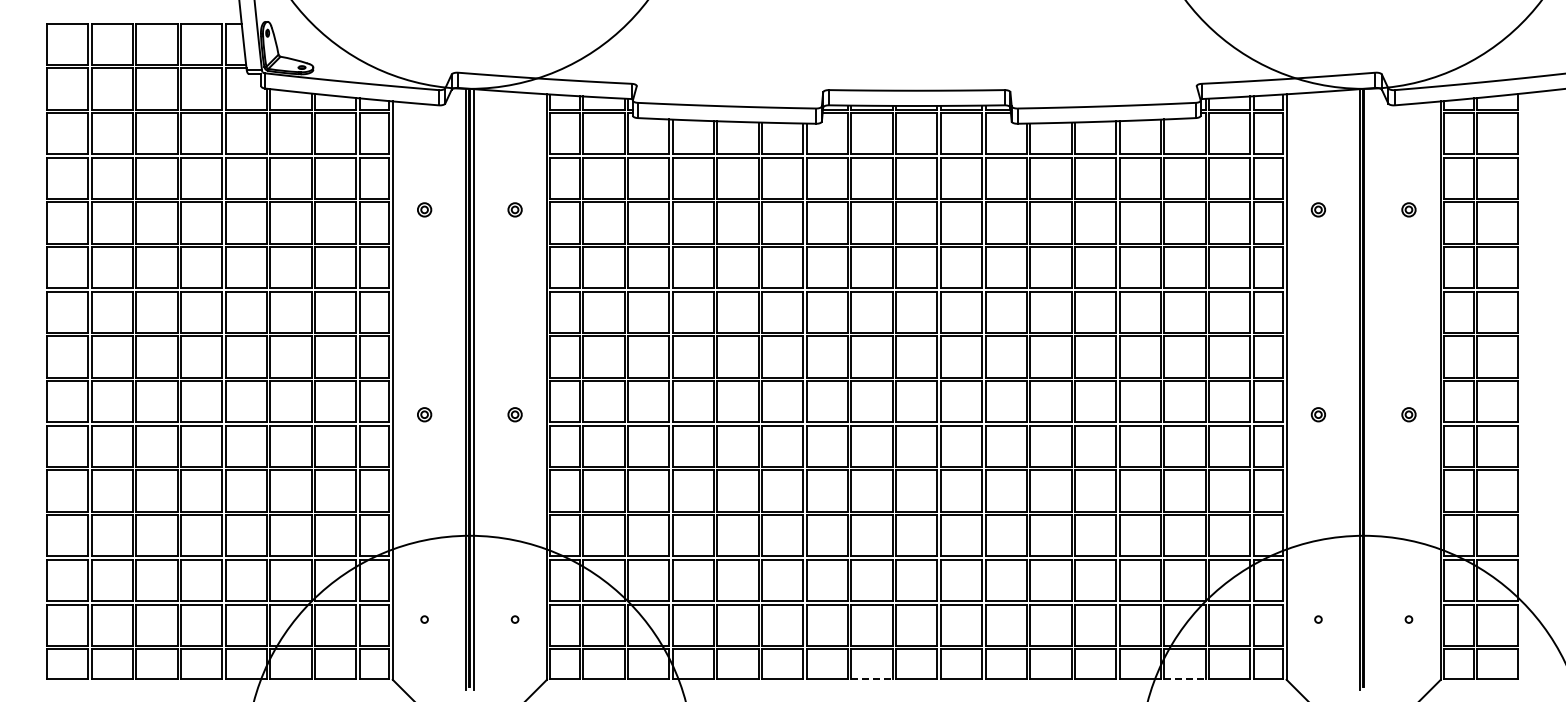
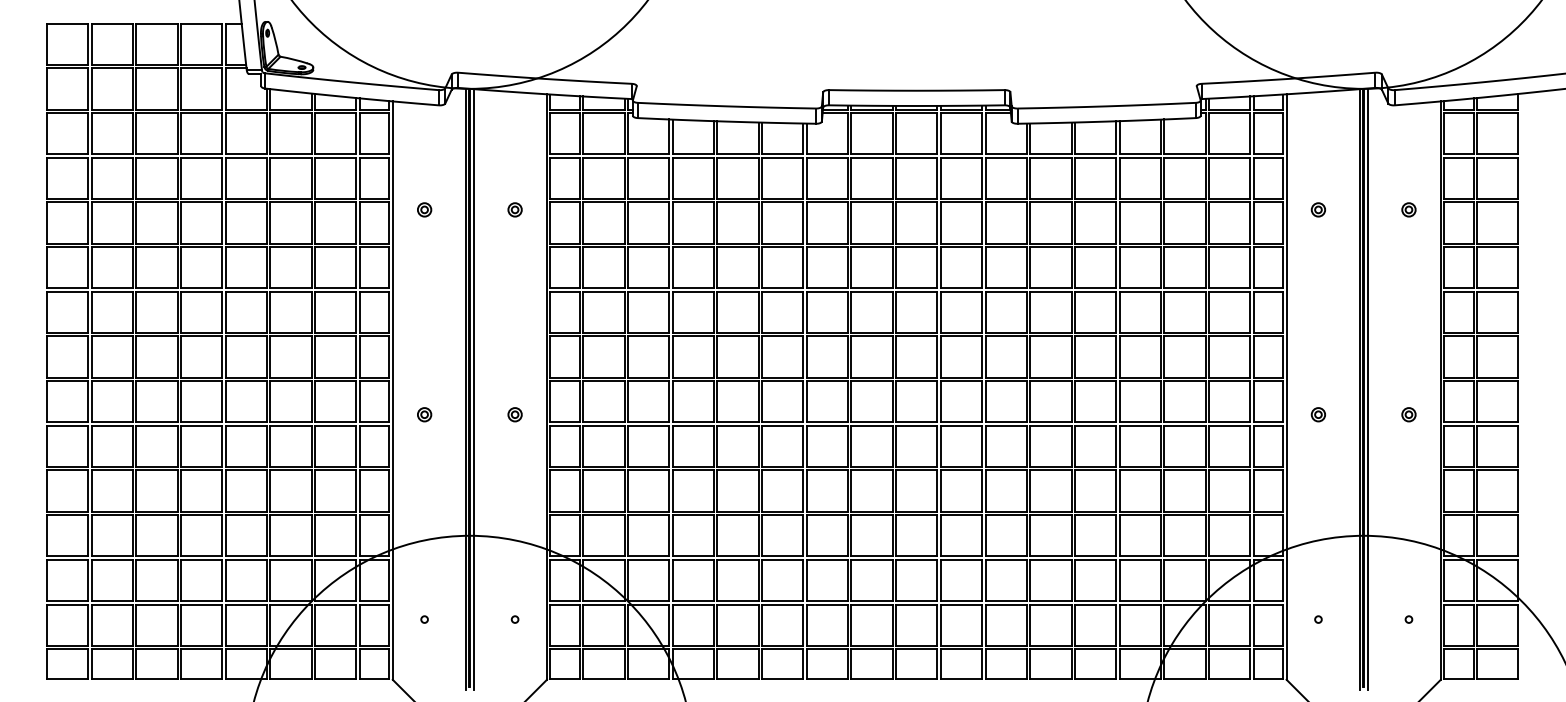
line at (1367, 389): none -> present
line at (872, 678): dashed -> solid
line at (1184, 678): dashed -> solid
